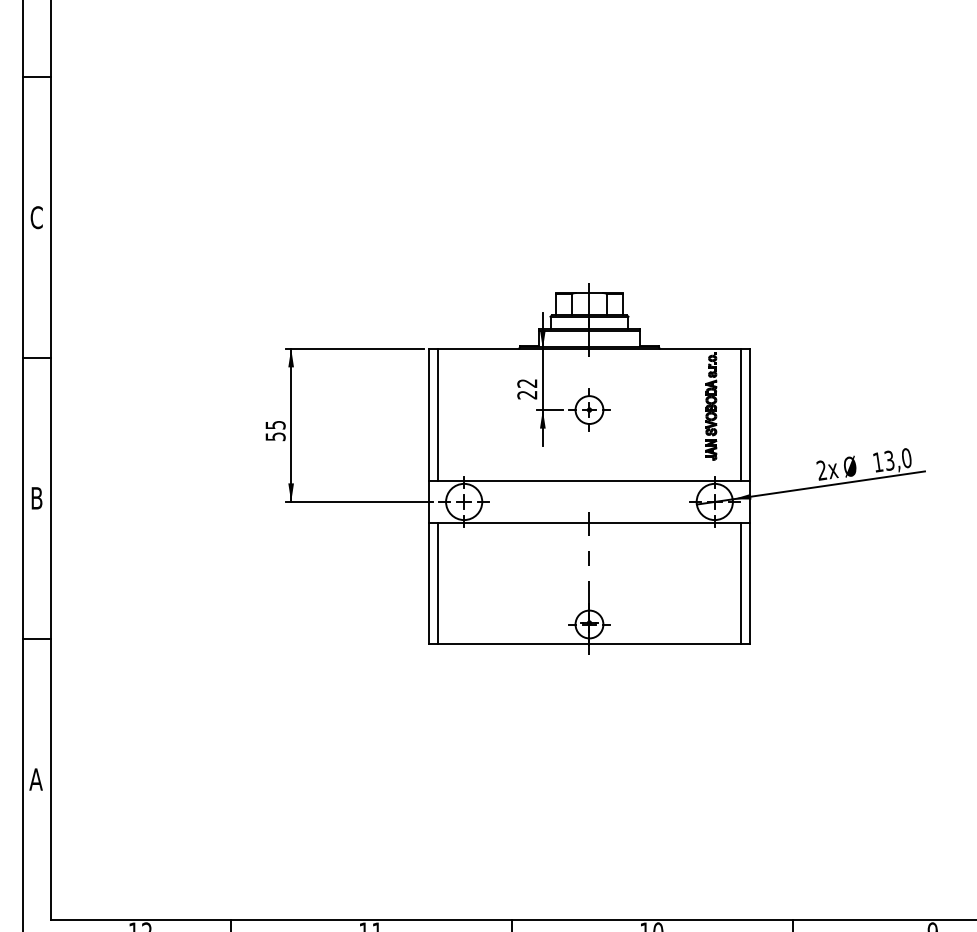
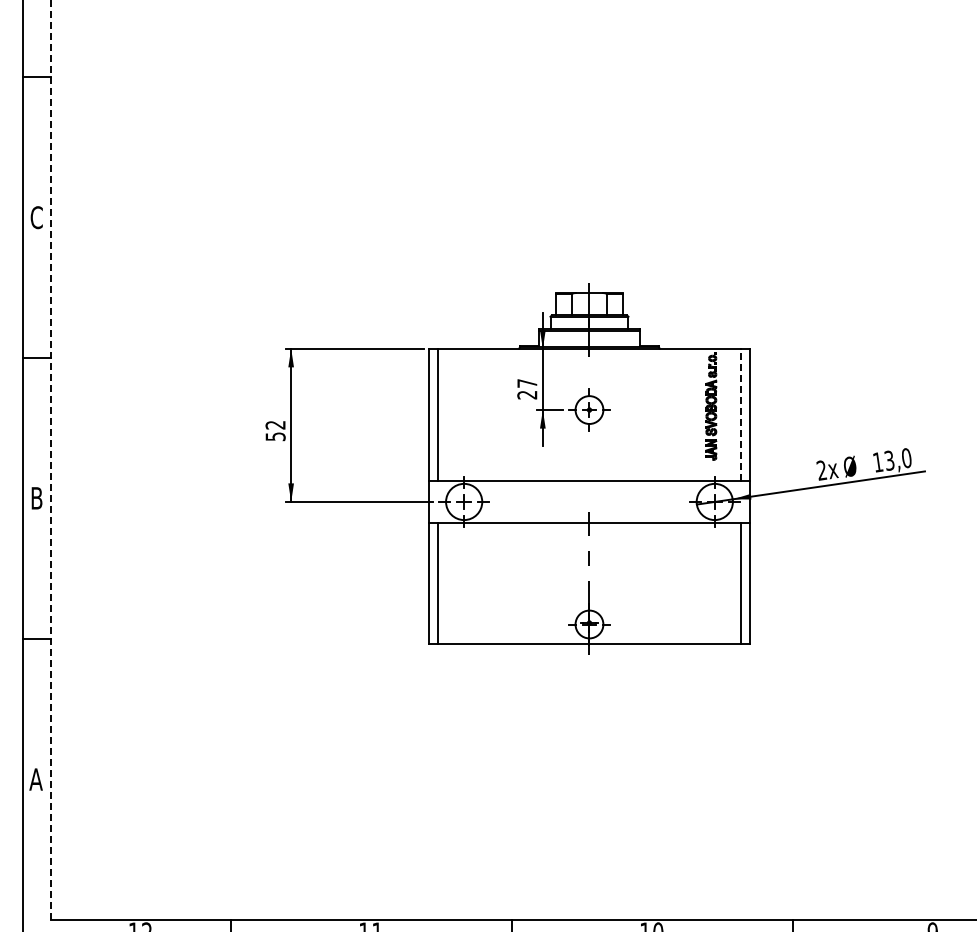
text at (527, 383): 22 -> 27
line at (741, 414): solid -> dashed
text at (275, 425): 55 -> 52
line at (51, 459): solid -> dashed
